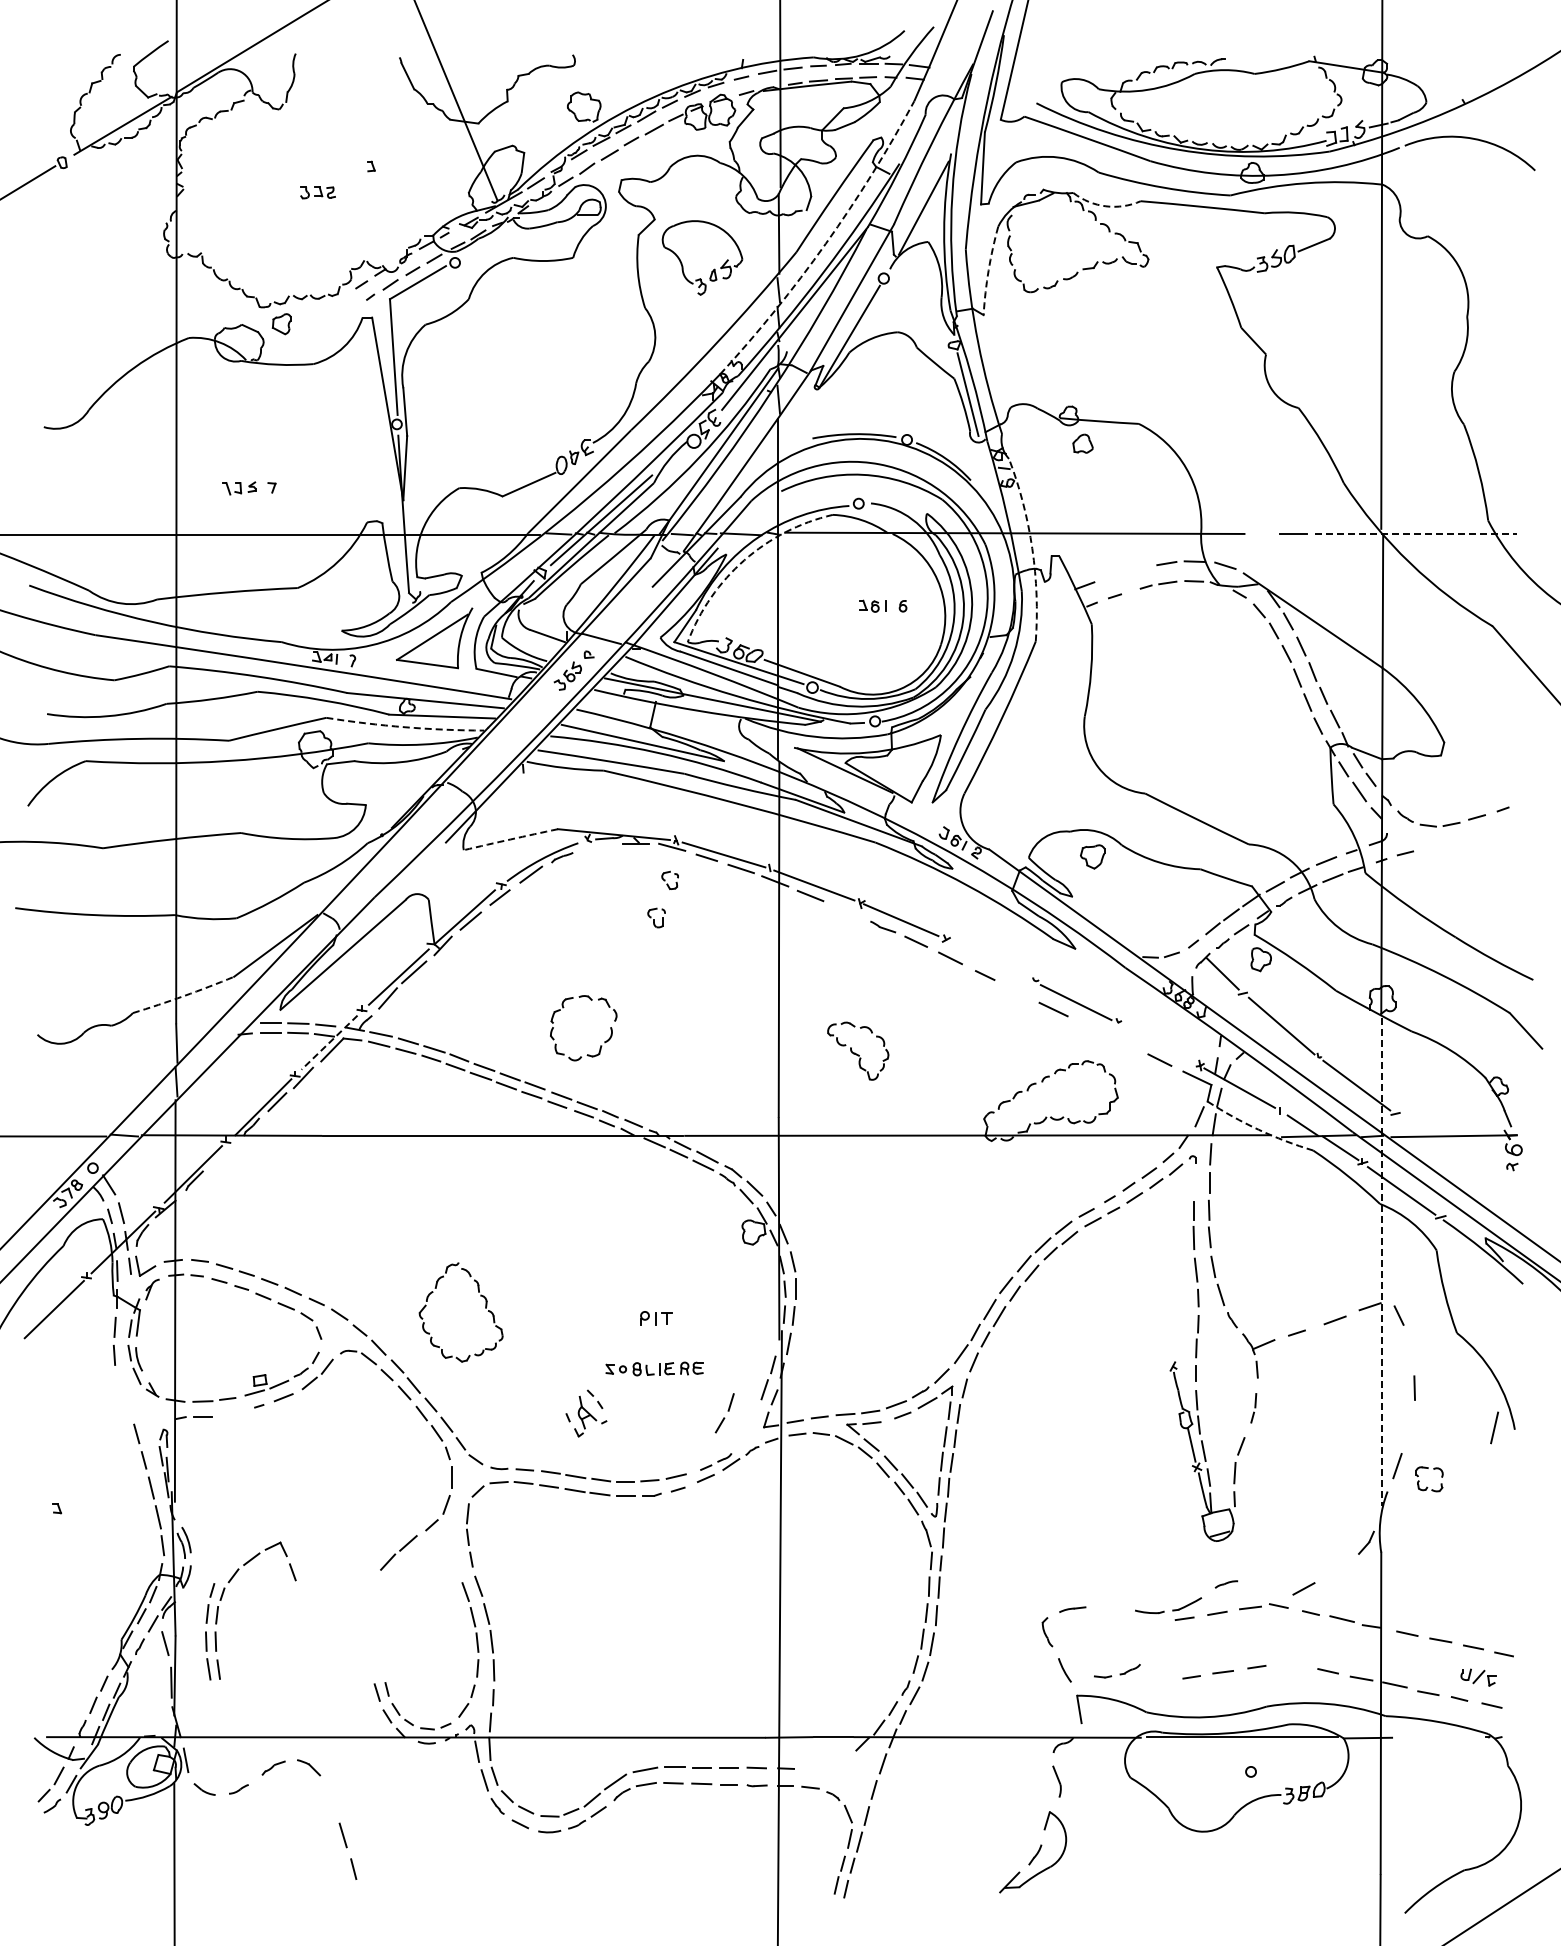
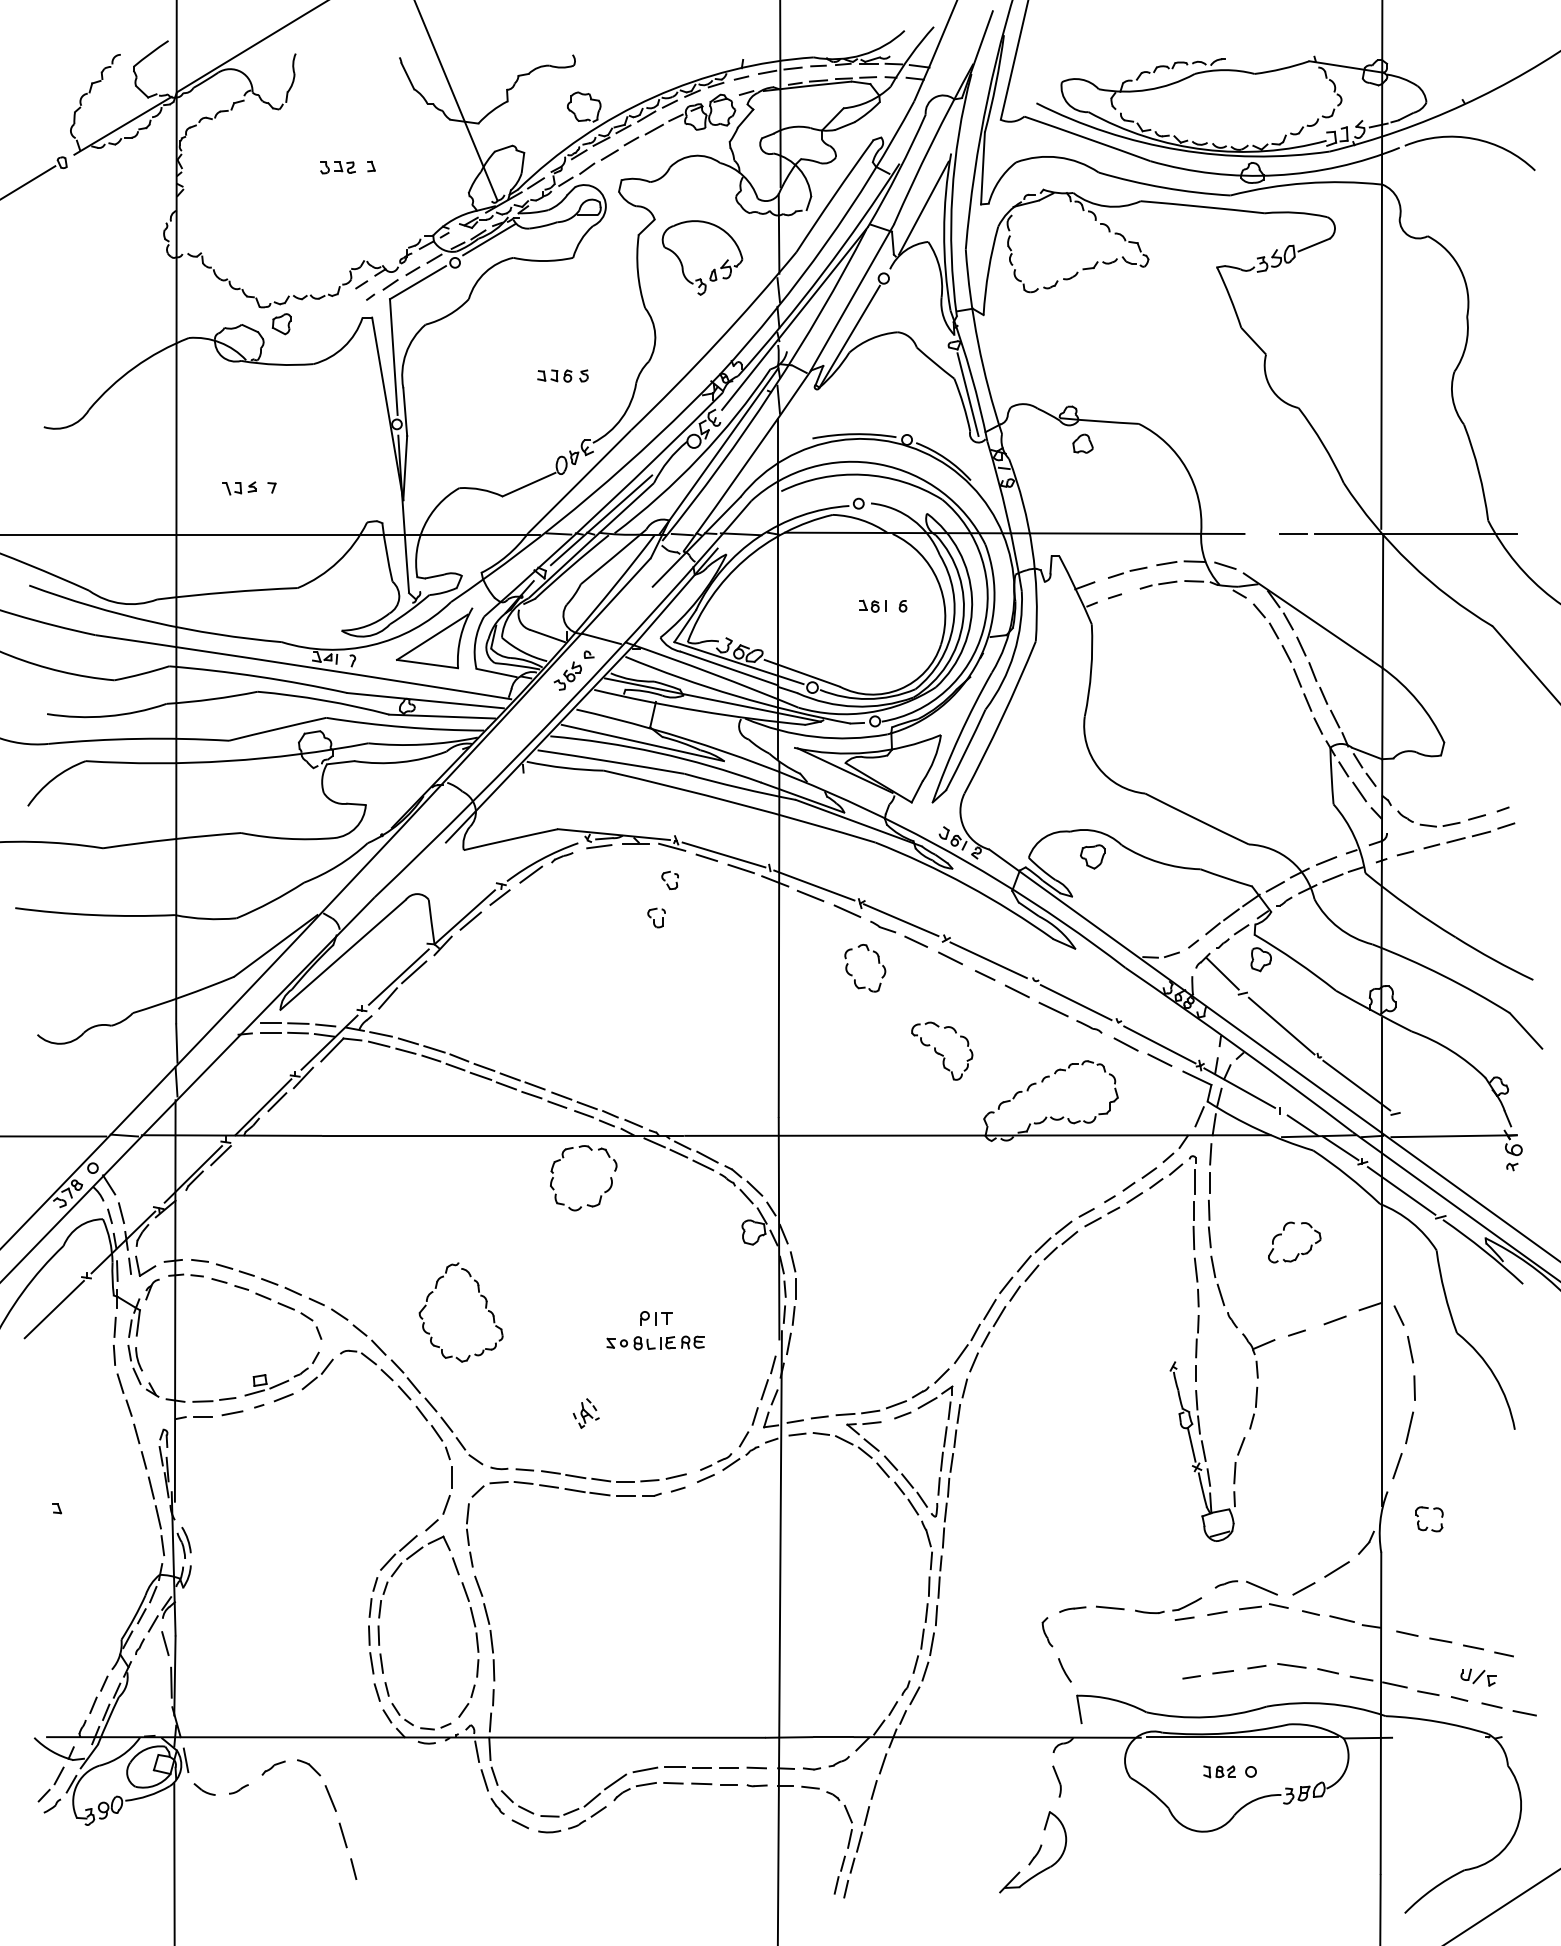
part at (317, 192) position: (317, 192) -> (337, 167)
arc at (1105, 206): dashed -> solid
line at (489, 239): none -> present
arc at (825, 243): dashed -> solid
arc at (988, 270): dashed -> solid
part at (562, 375): none -> present
line at (1416, 533): dashed -> solid
arc at (1032, 548): dashed -> solid
arc at (744, 560): dashed -> solid
part at (1127, 572): none -> present
arc at (405, 727): dashed -> solid
part at (1469, 835): none -> present
arc at (510, 839): dashed -> solid
line at (599, 846): none -> present
line at (847, 911): none -> present
line at (988, 960): none -> present
part at (878, 963): none -> present
line at (1016, 991): none -> present
arc at (183, 996): dashed -> solid
part at (1089, 1026): none -> present
line at (329, 1042): dashed -> solid
line at (1125, 1044): none -> present
line at (1159, 1044): none -> present
part at (600, 1045) position: (600, 1045) -> (600, 1195)
part at (858, 1050) position: (858, 1050) -> (942, 1050)
arc at (1258, 1129): dashed -> solid
line at (220, 1155): none -> present
line at (1194, 1182): none -> present
part at (1297, 1253): none -> present
line at (1381, 1262): dashed -> solid
line at (1410, 1349): none -> present
part at (654, 1368) position: (654, 1368) -> (655, 1342)
part at (124, 1394): none -> present
part at (1253, 1408) size: 8x31 px -> 10x43 px
line at (232, 1413): none -> present
part at (586, 1413) size: 43x49 px -> 28x31 px
part at (724, 1413) position: (724, 1413) -> (748, 1427)
line at (1494, 1427) position: (1494, 1427) -> (1409, 1427)
part at (1427, 1486) position: (1427, 1486) -> (1427, 1526)
line at (1336, 1569): none -> present
line at (1261, 1587): none -> present
part at (222, 1598) position: (222, 1598) -> (385, 1592)
line at (1109, 1607): none -> present
line at (1291, 1665): none -> present
part at (1117, 1671) position: (1117, 1671) -> (826, 1763)
line at (1524, 1713): none -> present
part at (1219, 1771): none -> present
line at (330, 1798): none -> present
